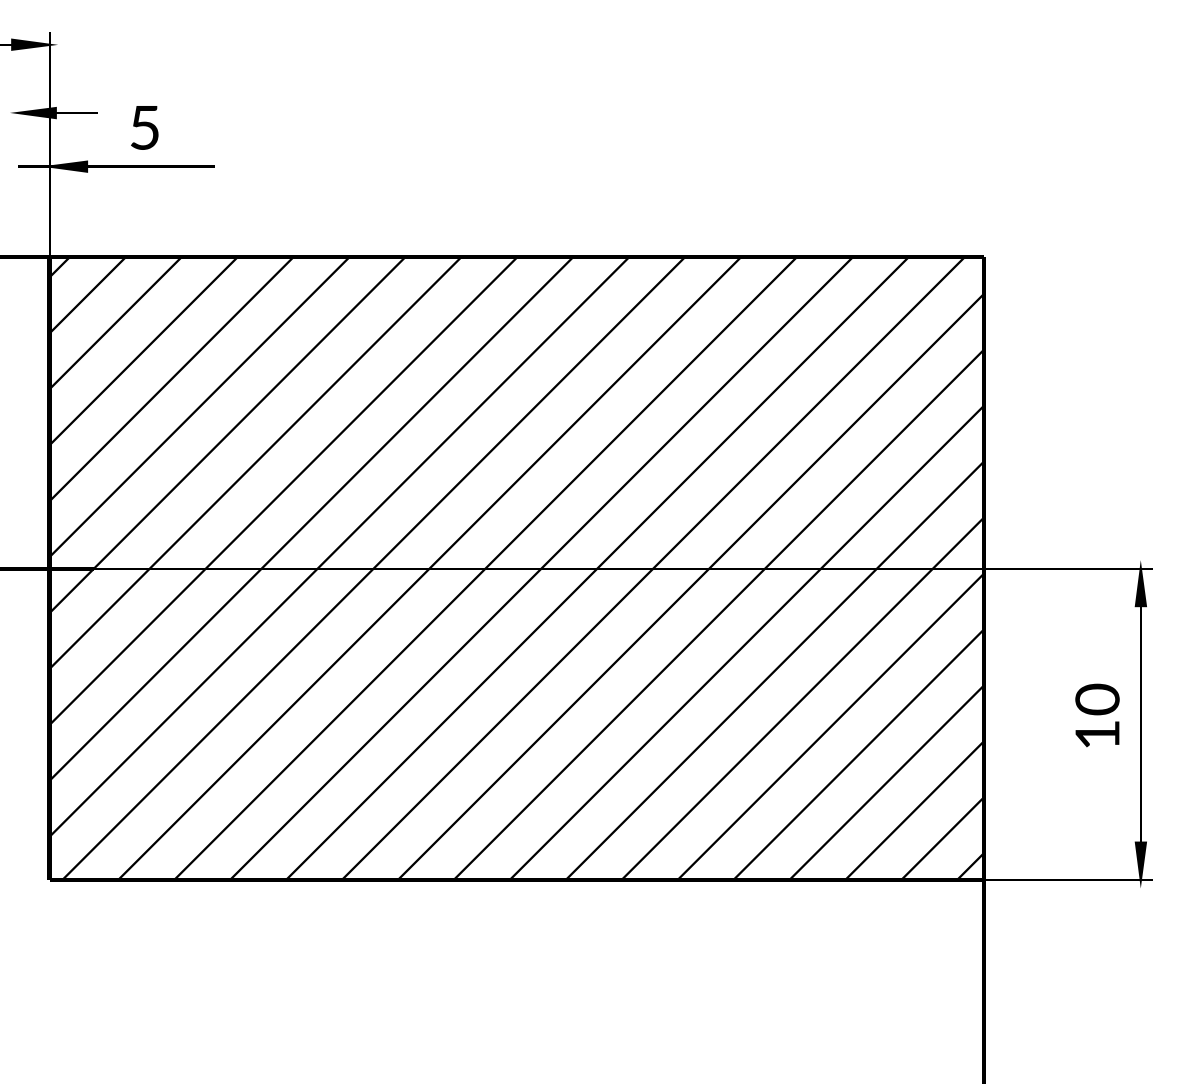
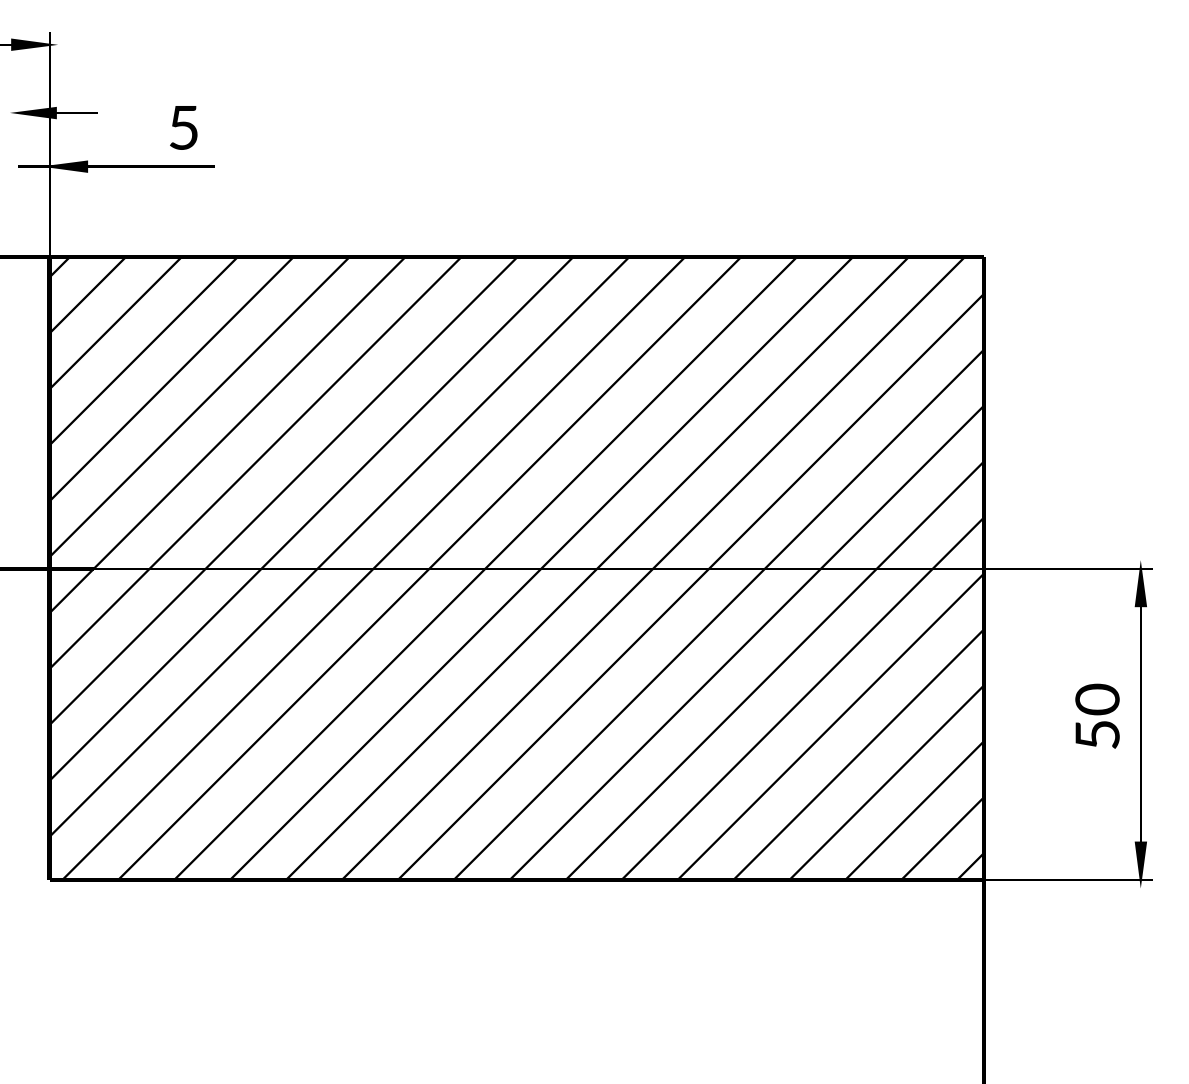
text at (144, 127) position: (144, 127) -> (183, 127)
text at (1097, 734): 10 -> 50
